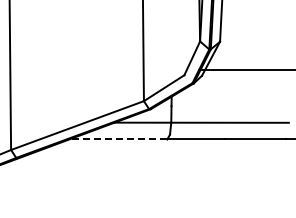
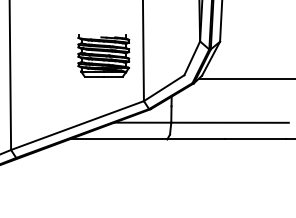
part at (103, 55): none -> present
line at (245, 69) position: (245, 69) -> (245, 78)
line at (117, 139): dashed -> solid
